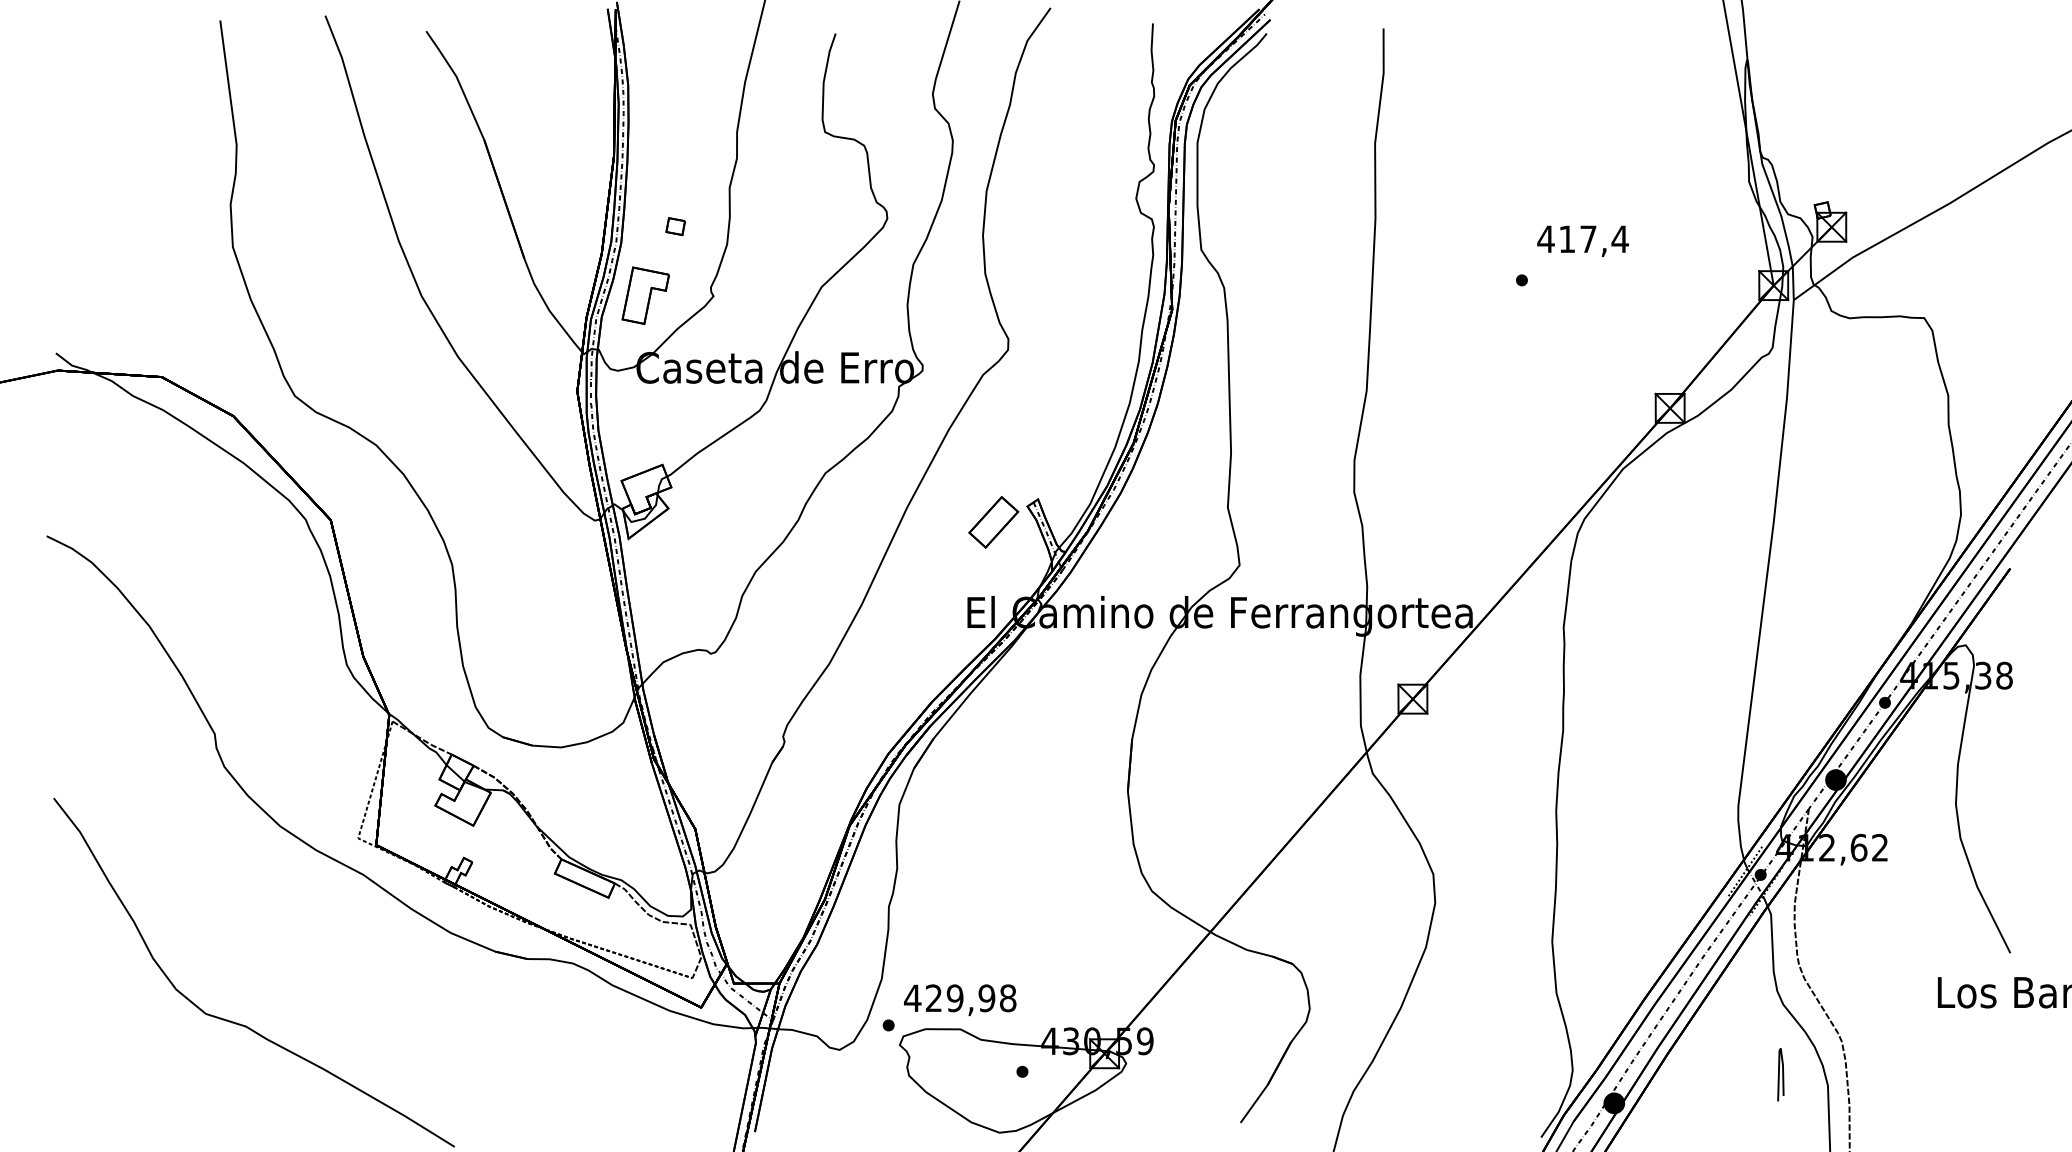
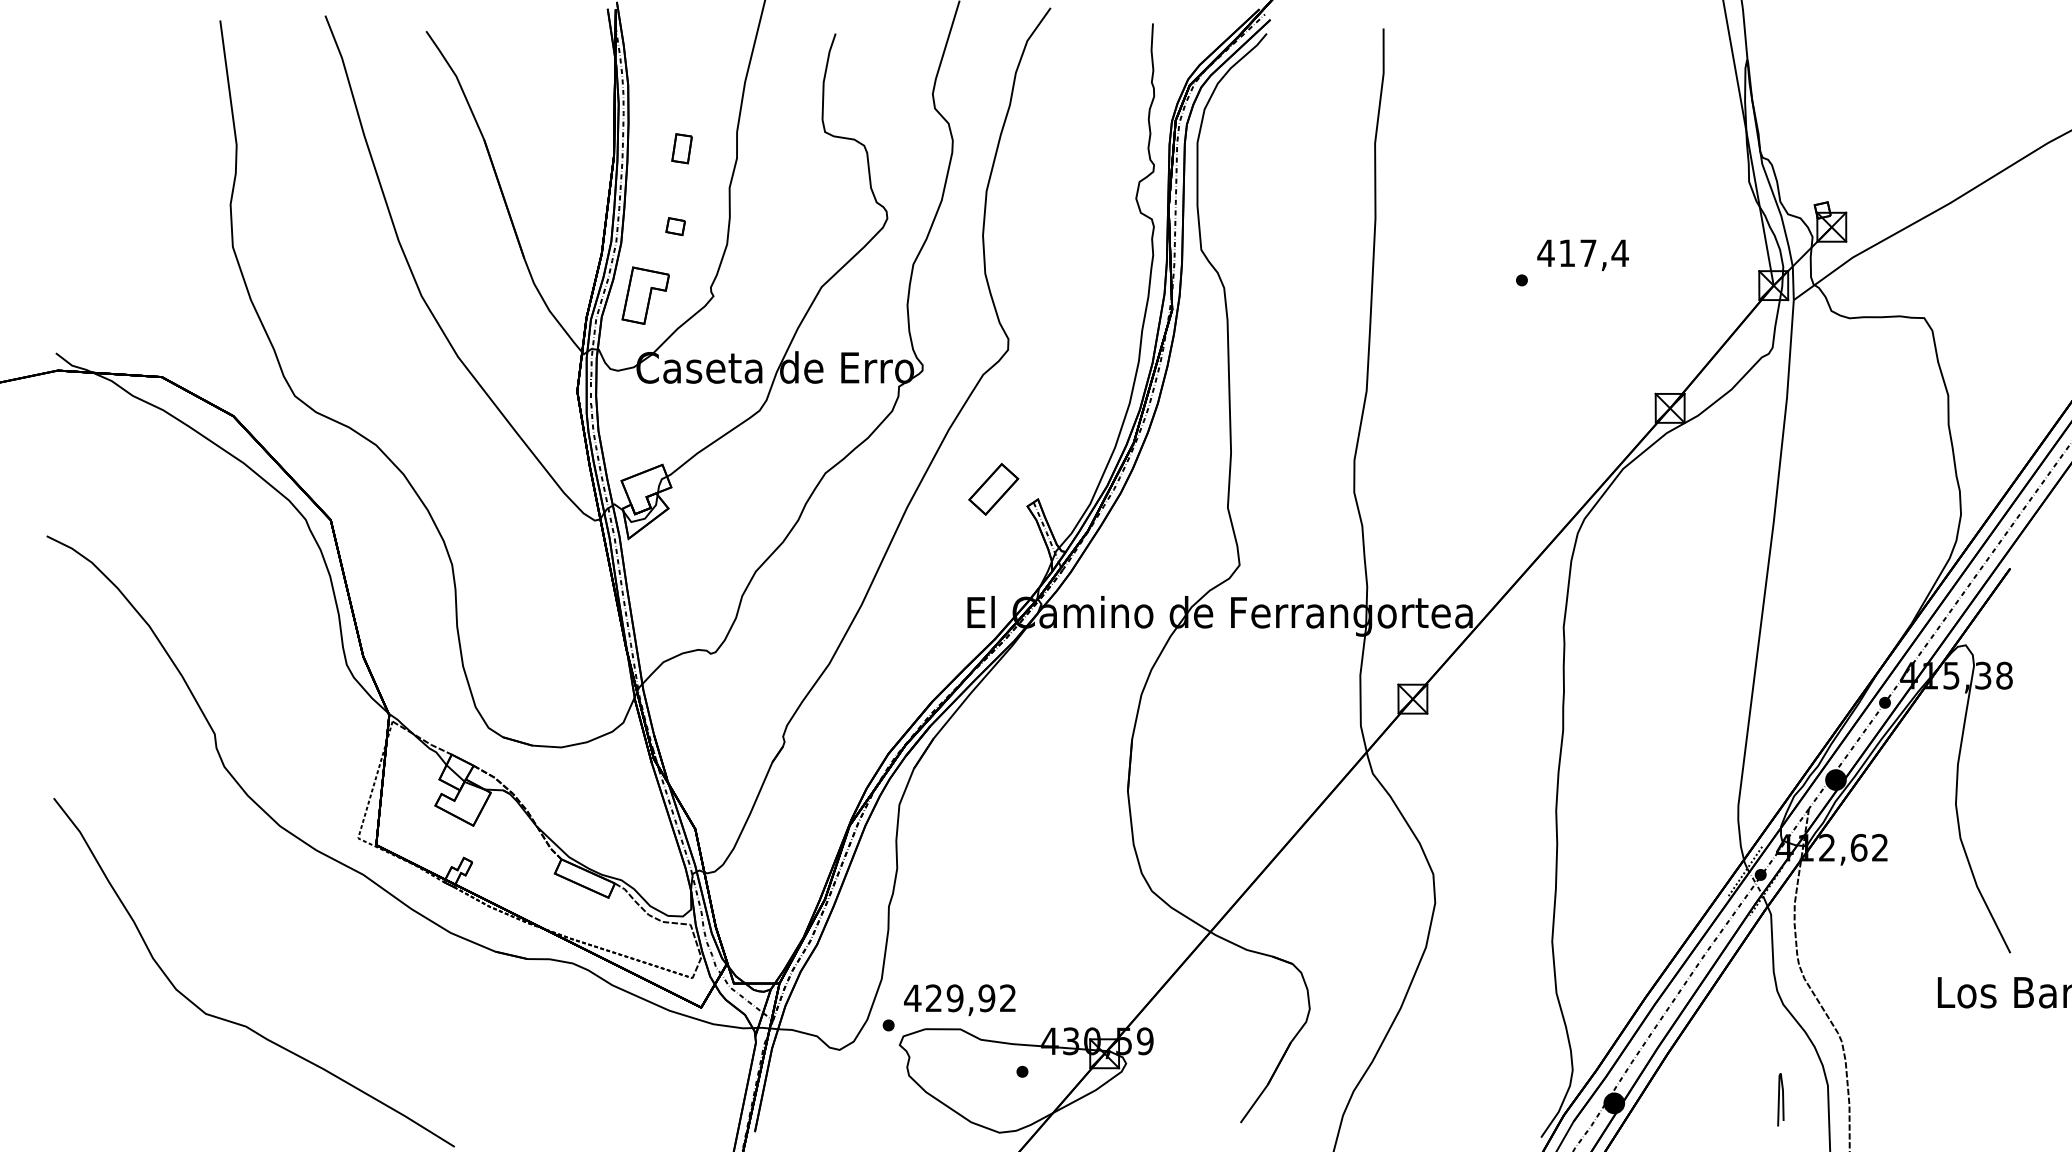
part at (681, 148): none -> present
text at (1582, 240) position: (1582, 240) -> (1582, 254)
part at (993, 522) position: (993, 522) -> (993, 489)
text at (1008, 998): 429,98 -> 429,92
line at (1779, 1074) position: (1779, 1074) -> (1779, 1099)
